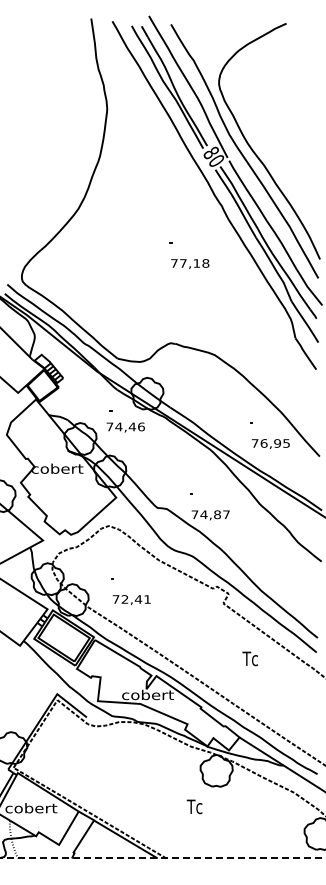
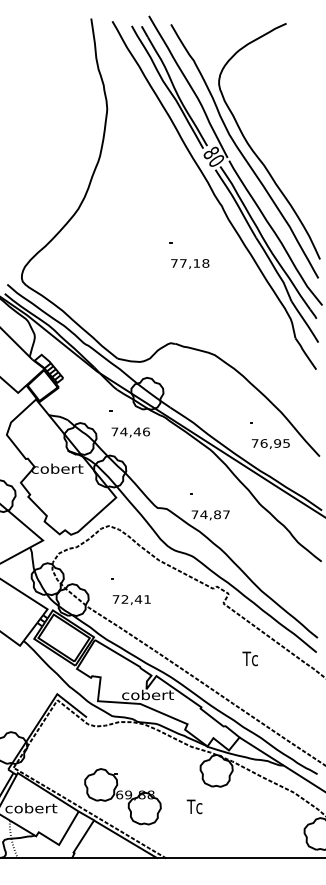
text at (125, 427) position: (125, 427) -> (130, 432)
part at (122, 796): none -> present
line at (162, 858): dashed -> solid
